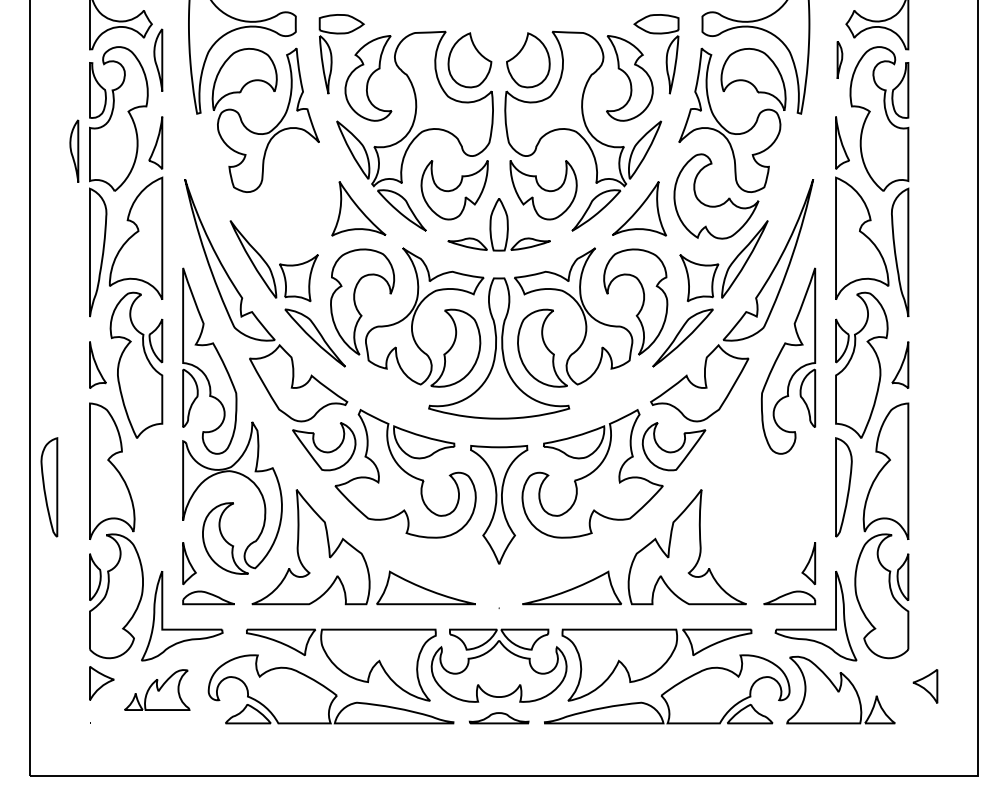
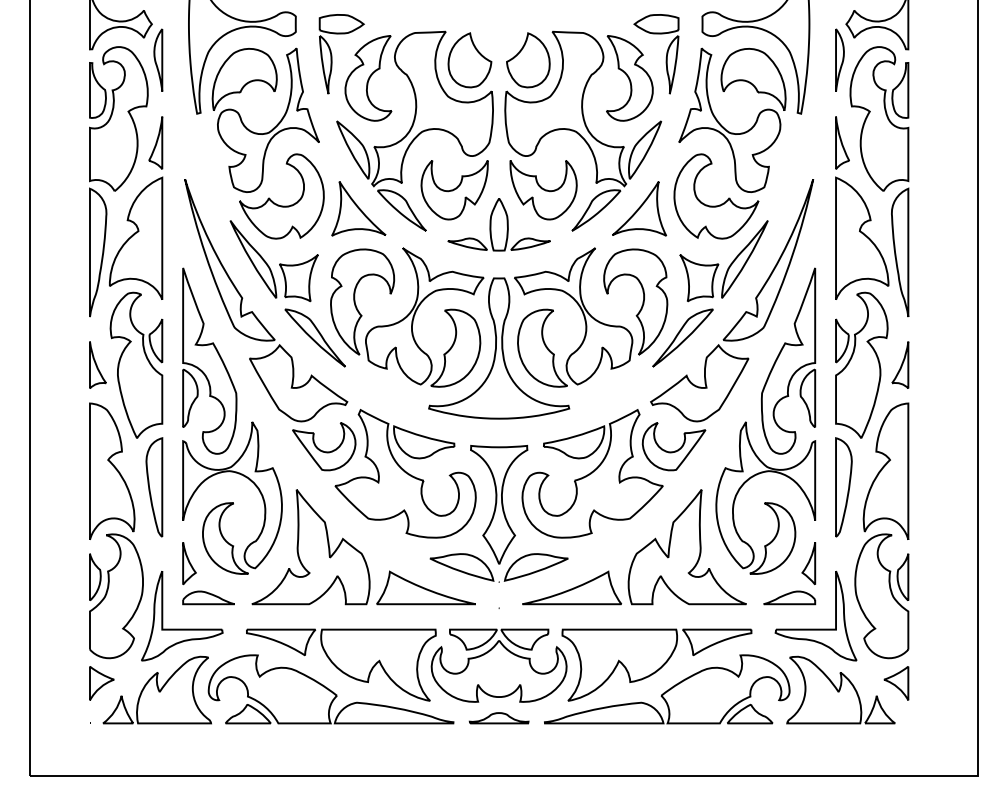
part at (839, 59) size: 8x38 px -> 10x64 px
part at (74, 150): present -> none
part at (278, 204): none -> present
part at (49, 487) position: (49, 487) -> (154, 487)
part at (765, 497): none -> present
part at (491, 571): none -> present
part at (925, 686) position: (925, 686) -> (896, 683)
part at (157, 689) size: 67x42 px -> 110x70 px
